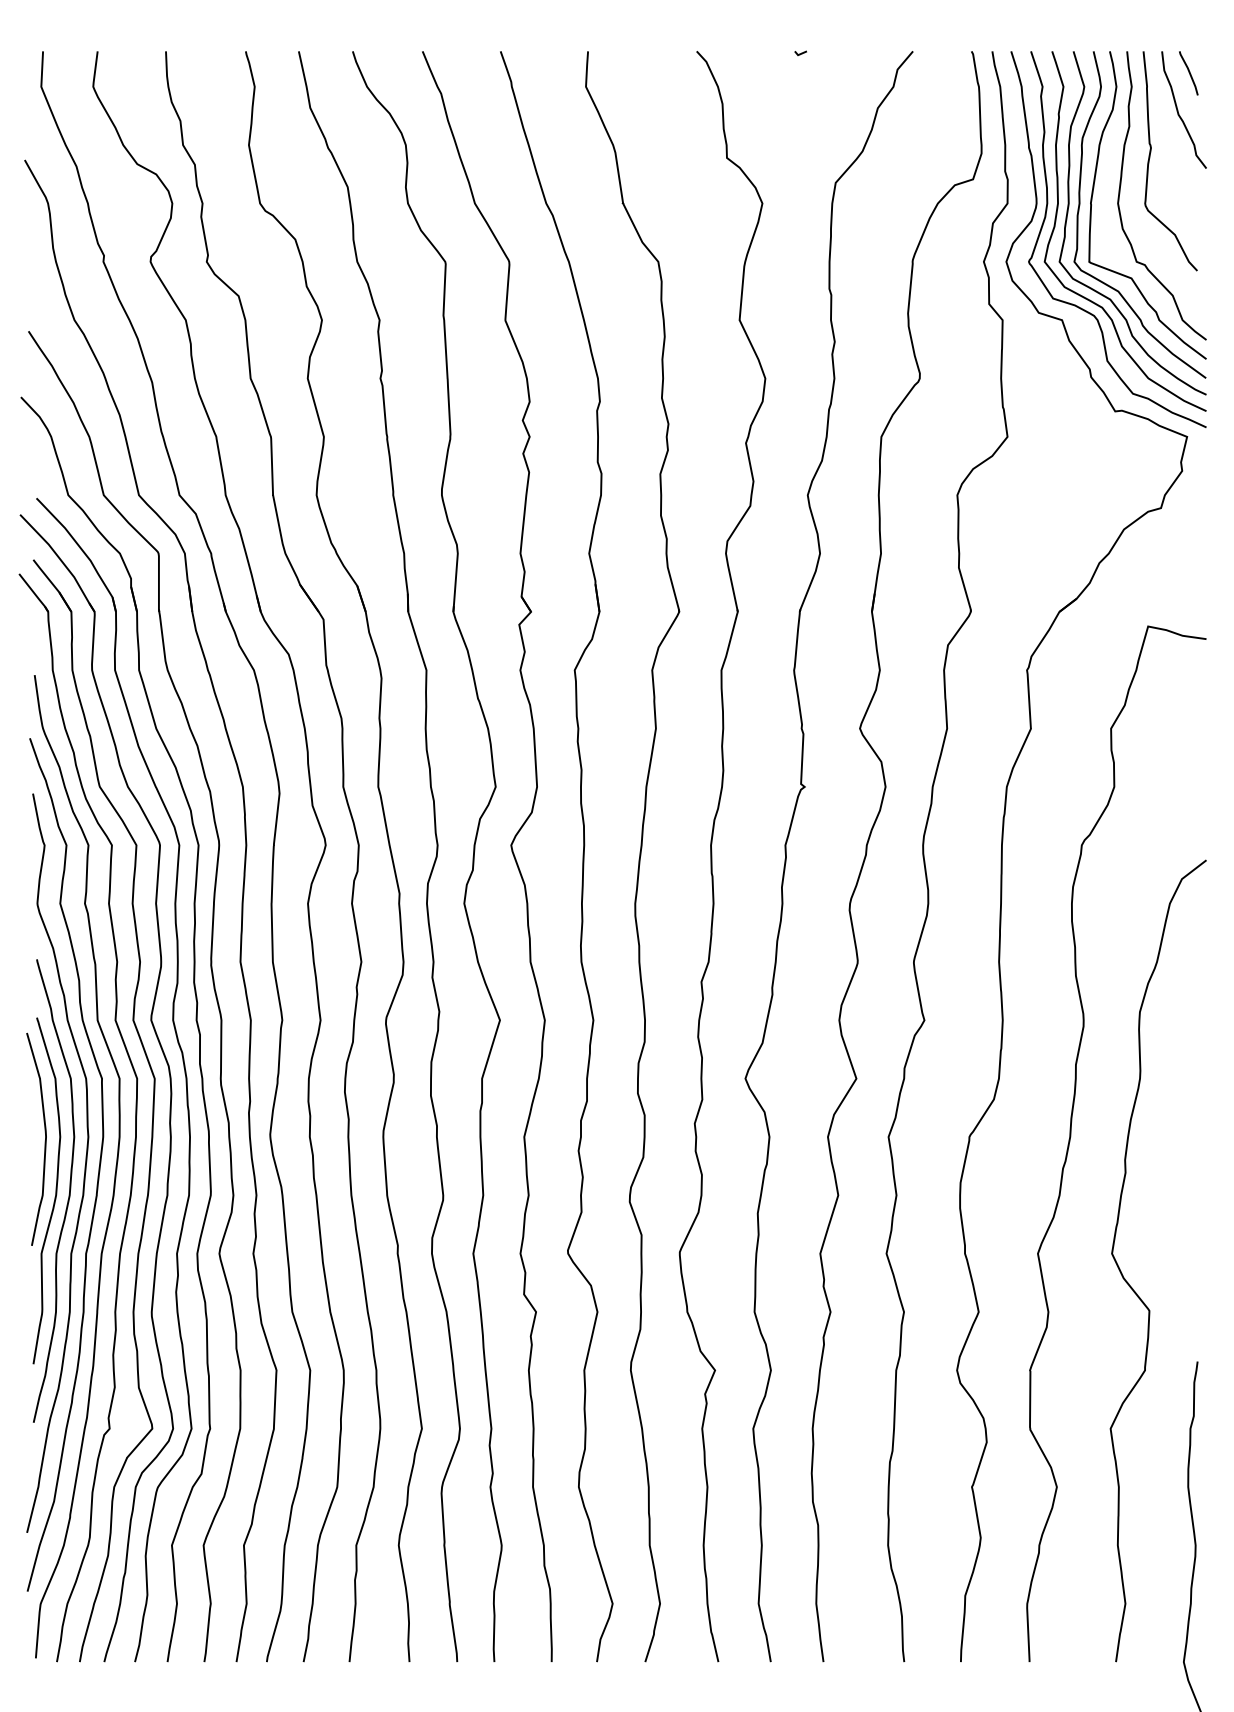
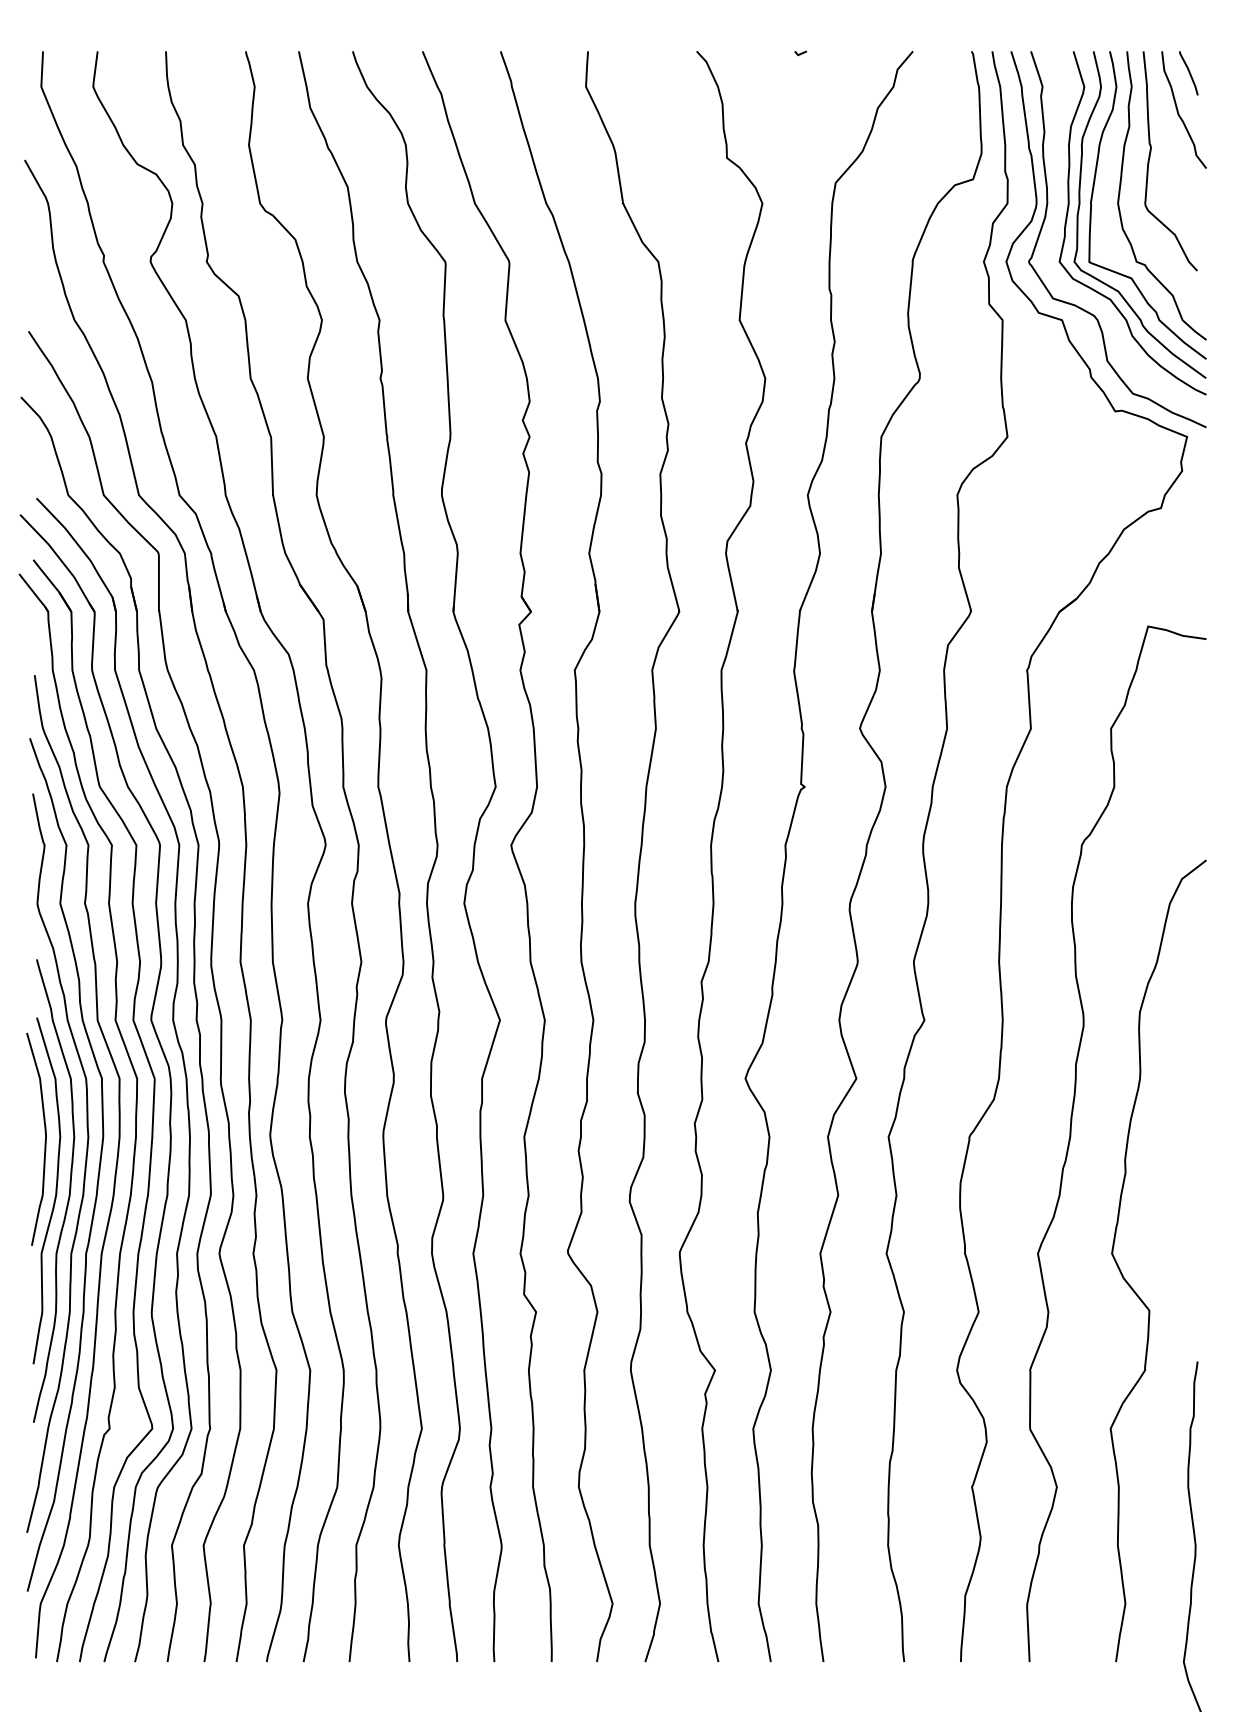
curve at (1056, 222): present -> none
